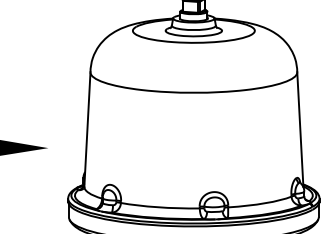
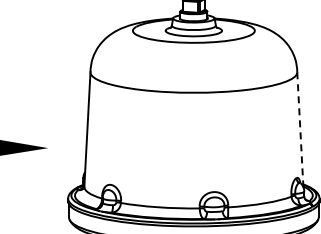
line at (300, 129): solid -> dashed
